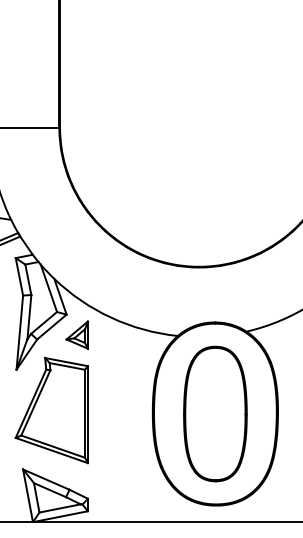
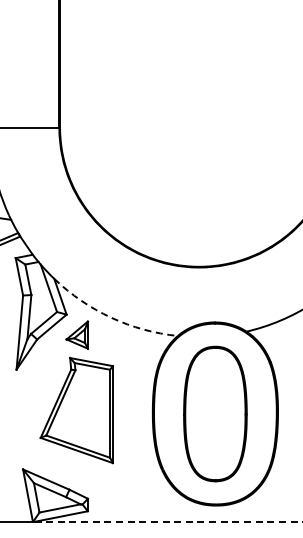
arc at (111, 317): solid -> dashed
part at (51, 410) position: (51, 410) -> (76, 410)
line at (168, 521): solid -> dashed
